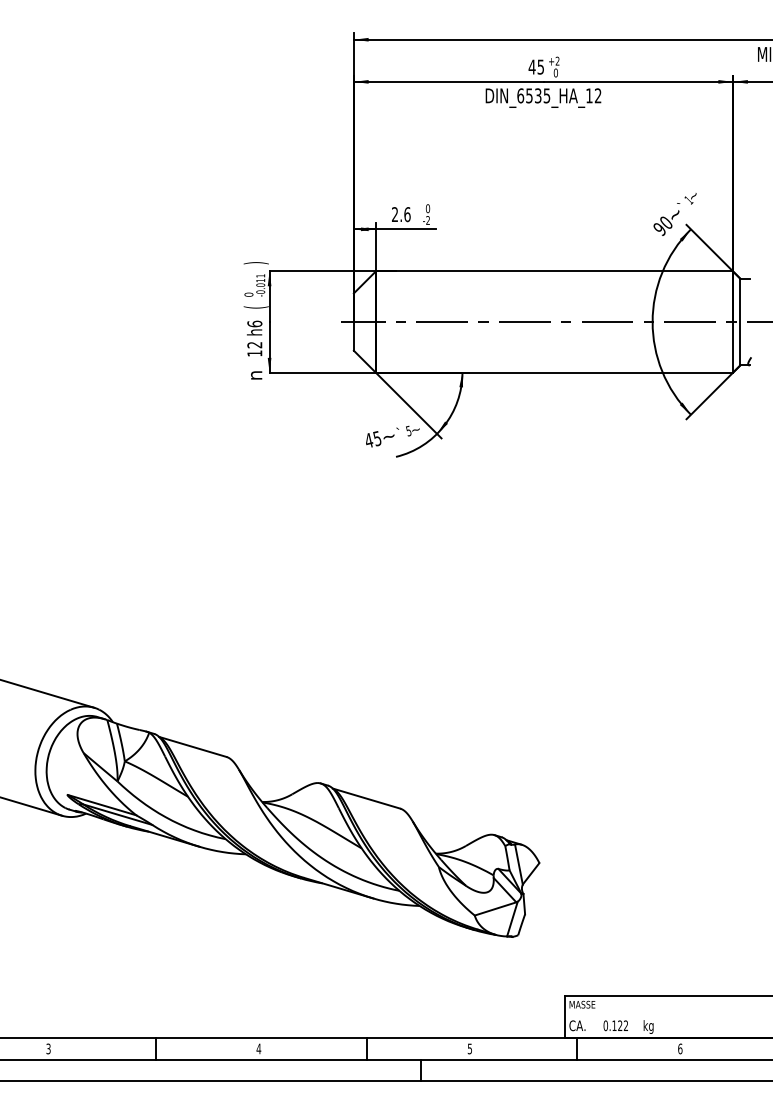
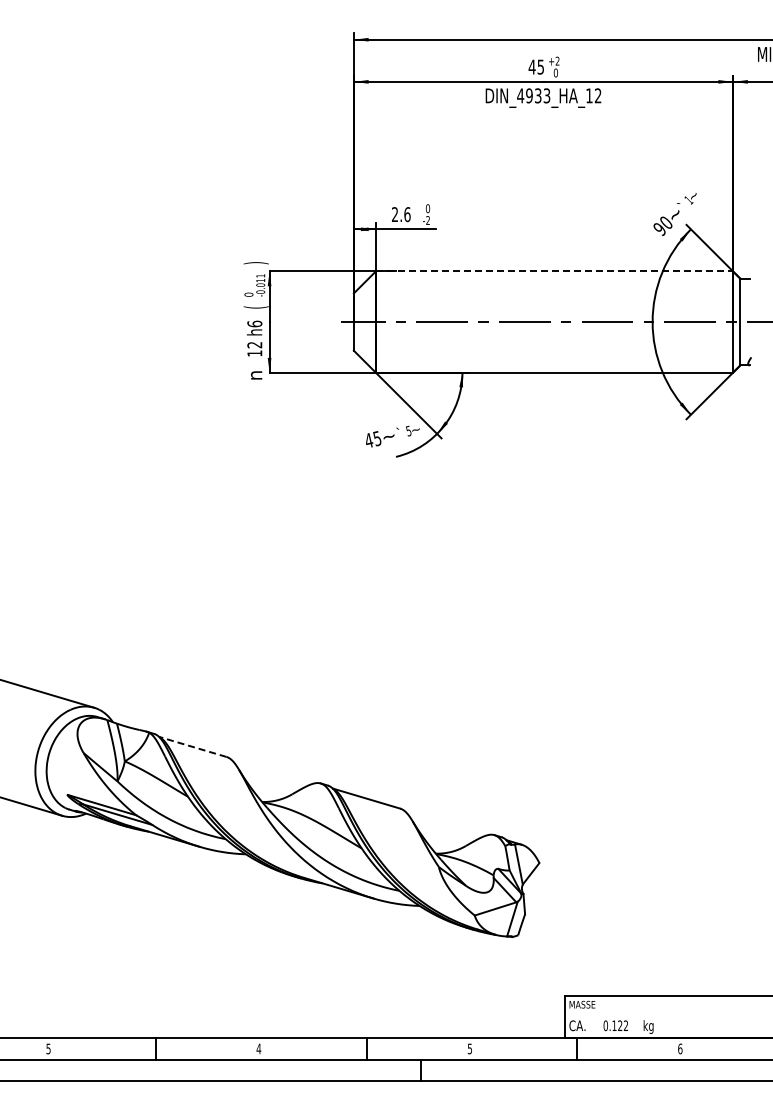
text at (533, 95): DIN_6535_HA_12 -> DIN_4933_HA_12
line at (554, 271): solid -> dashed
line at (192, 746): solid -> dashed
text at (48, 1047): 3 -> 5
